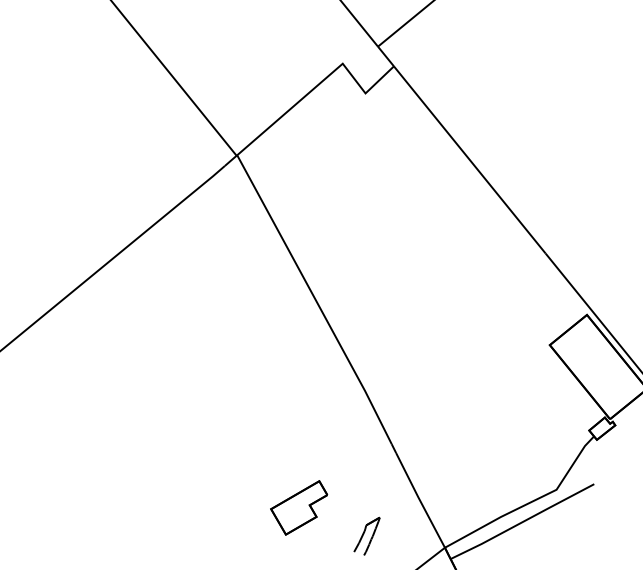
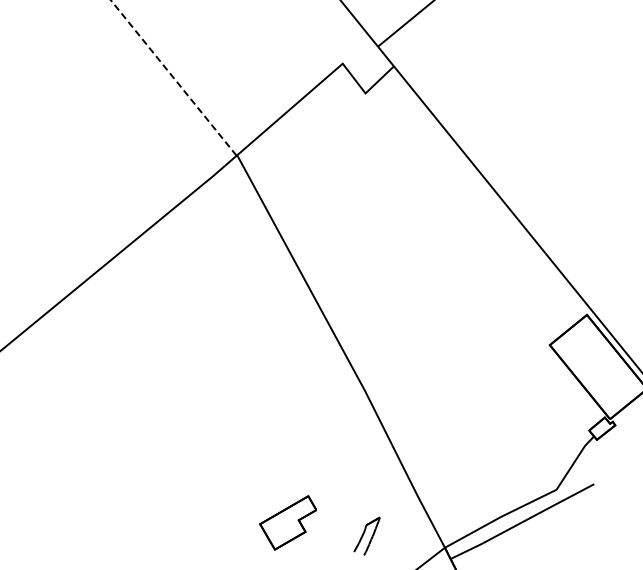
line at (173, 78): solid -> dashed
part at (299, 507) position: (299, 507) -> (288, 522)
